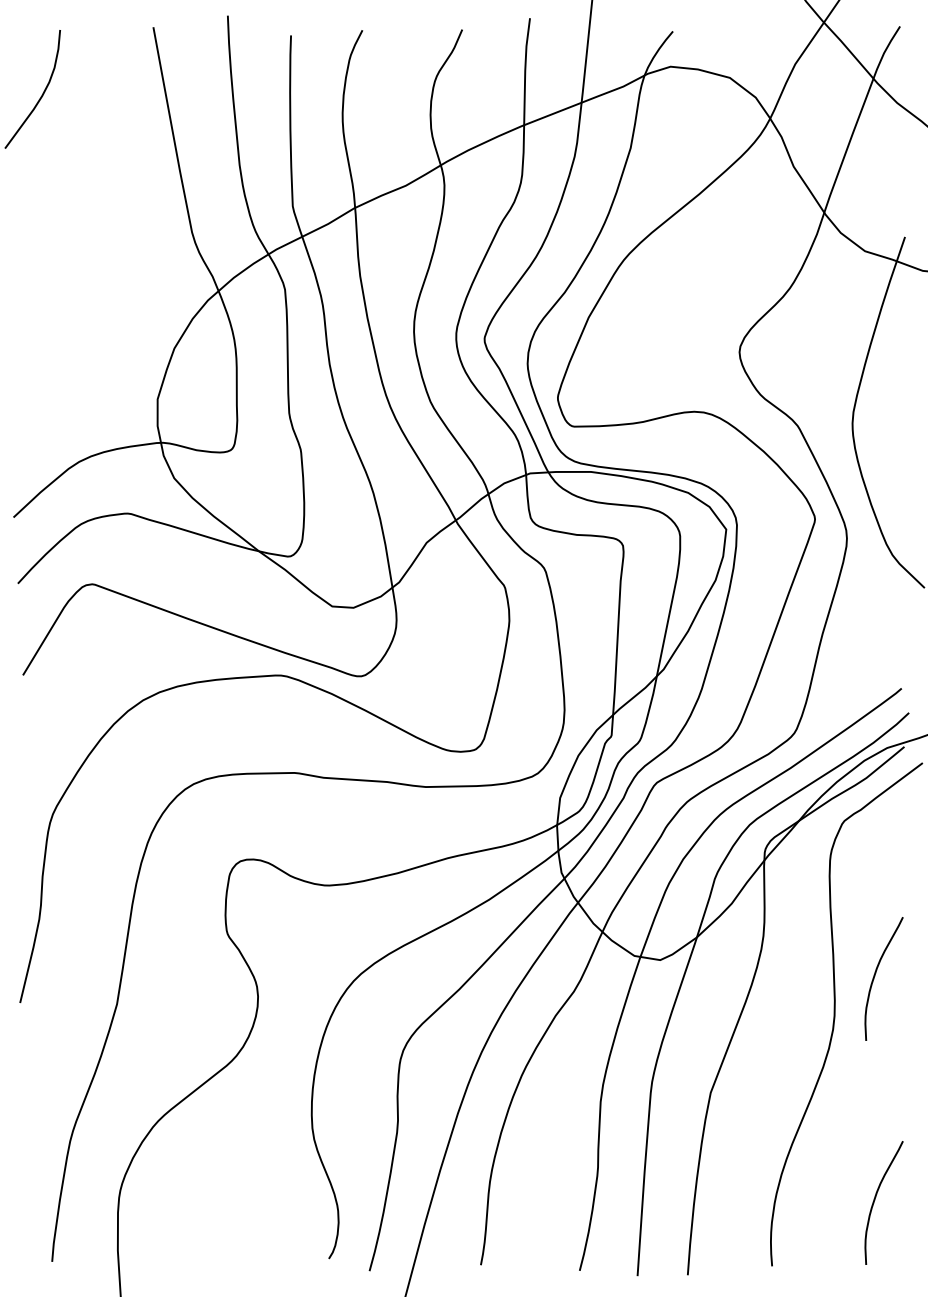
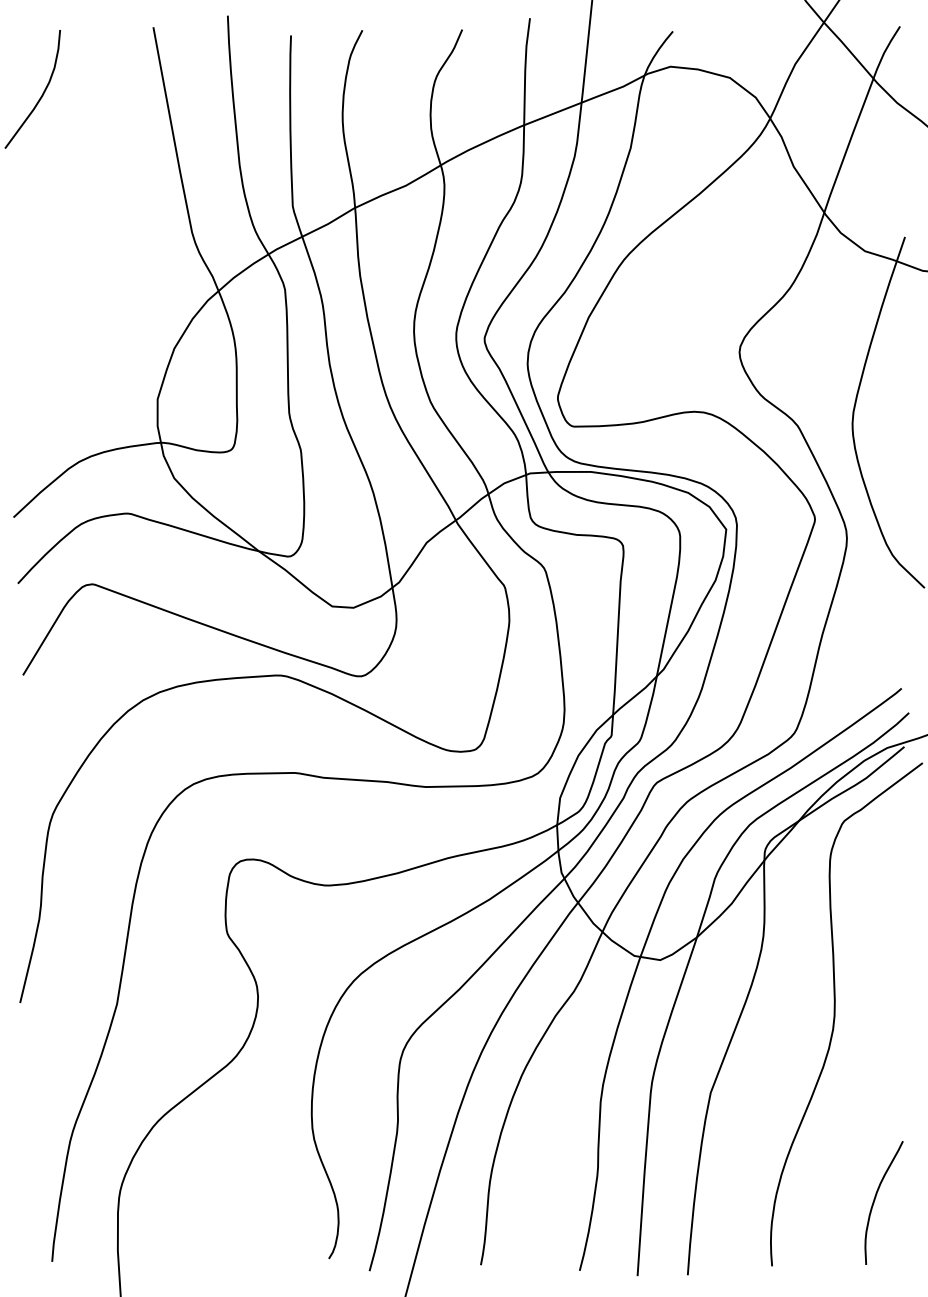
curve at (875, 976): present -> none
